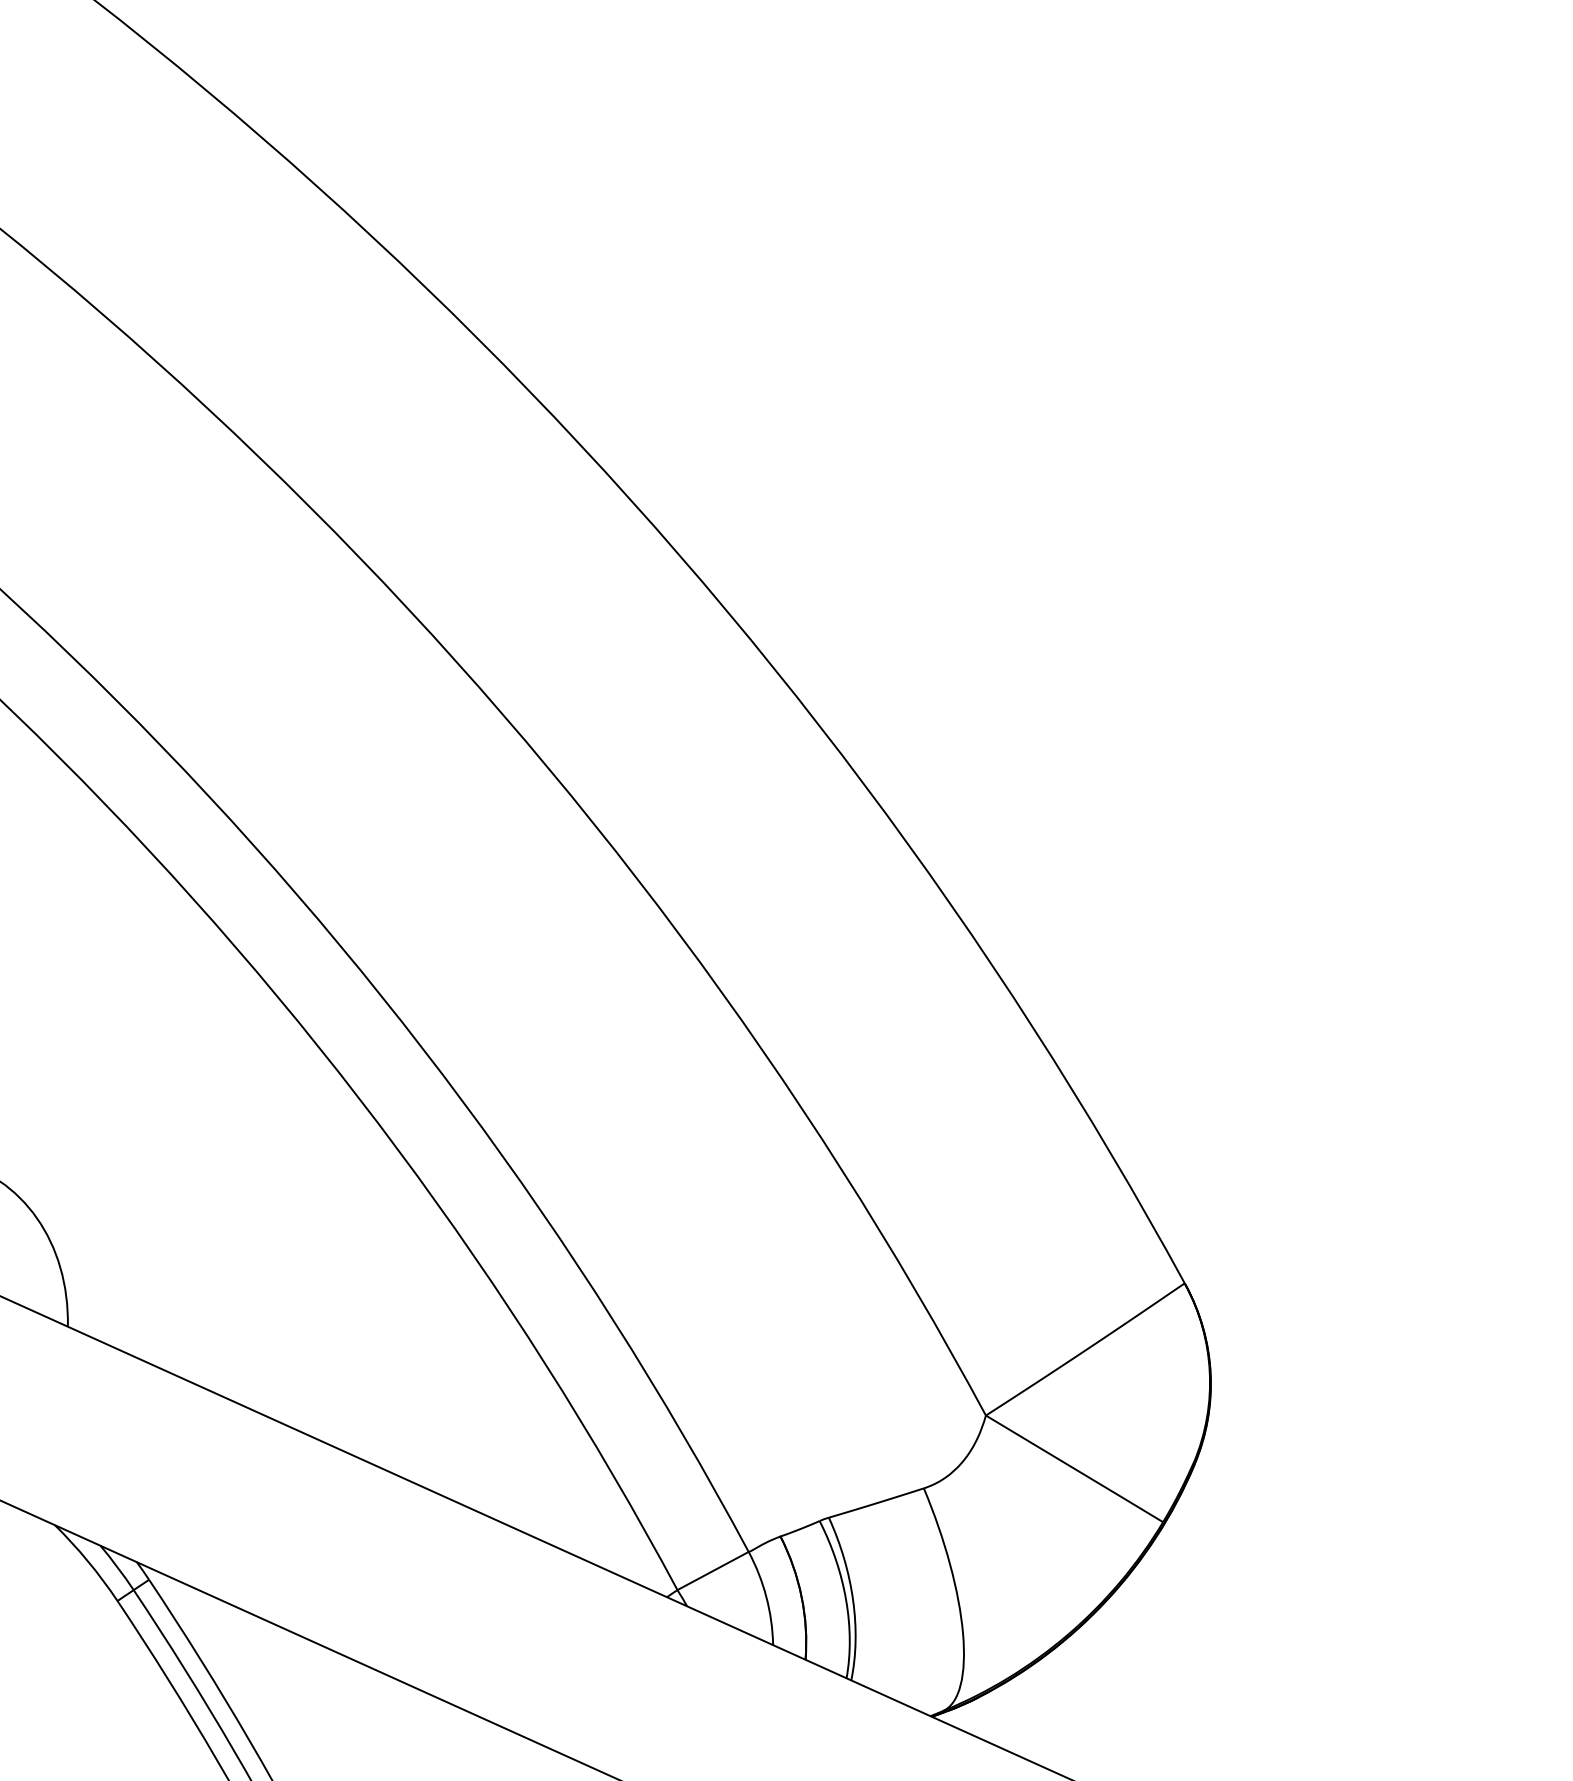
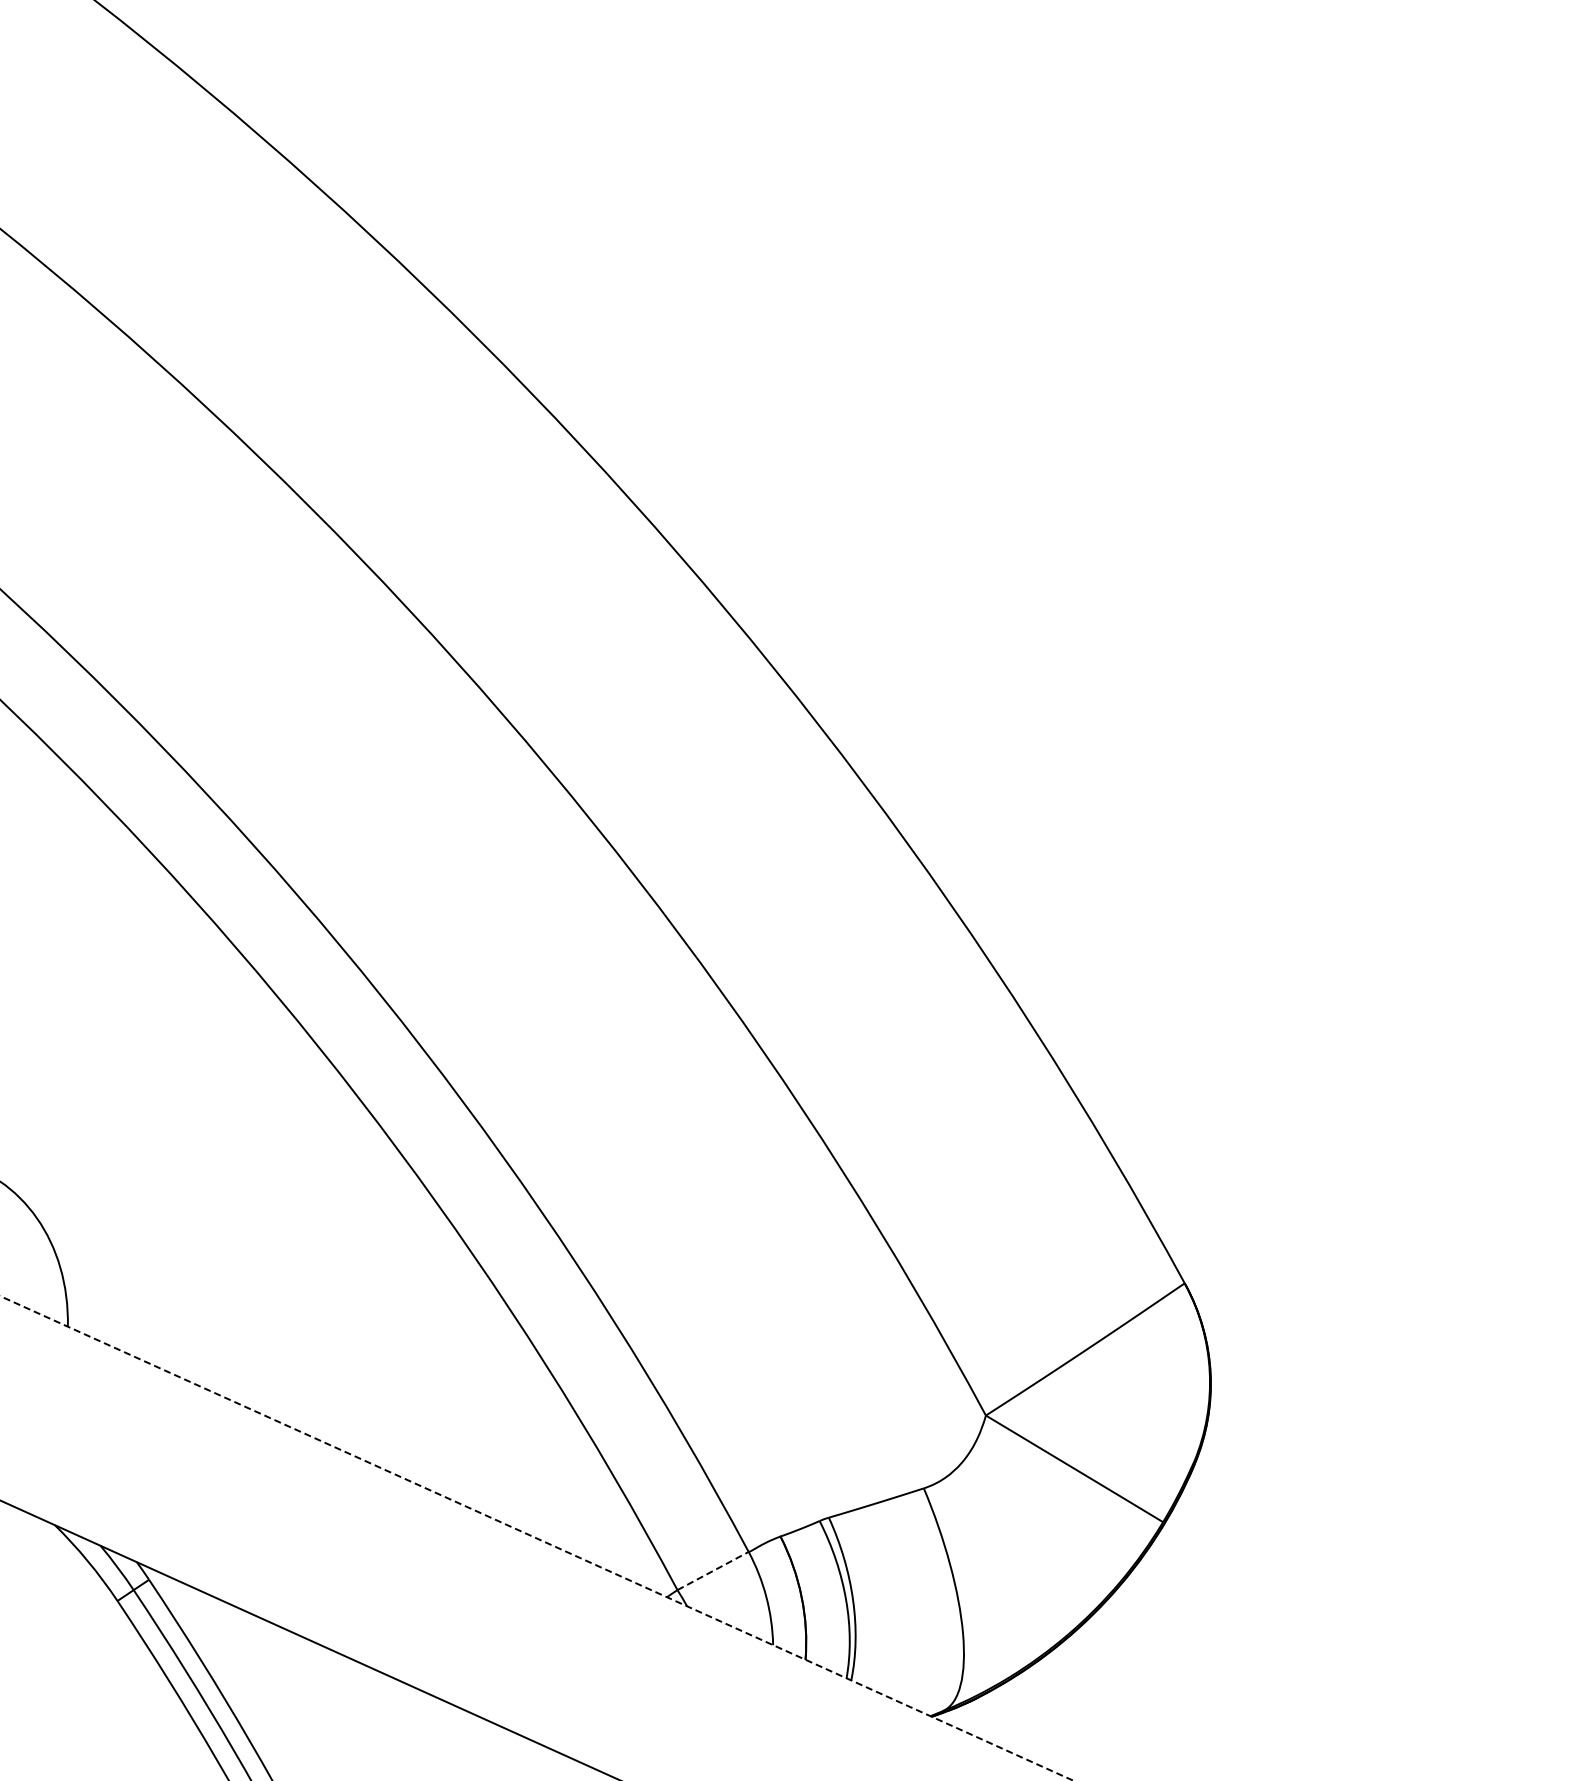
line at (536, 1538): solid -> dashed
line at (713, 1570): solid -> dashed
